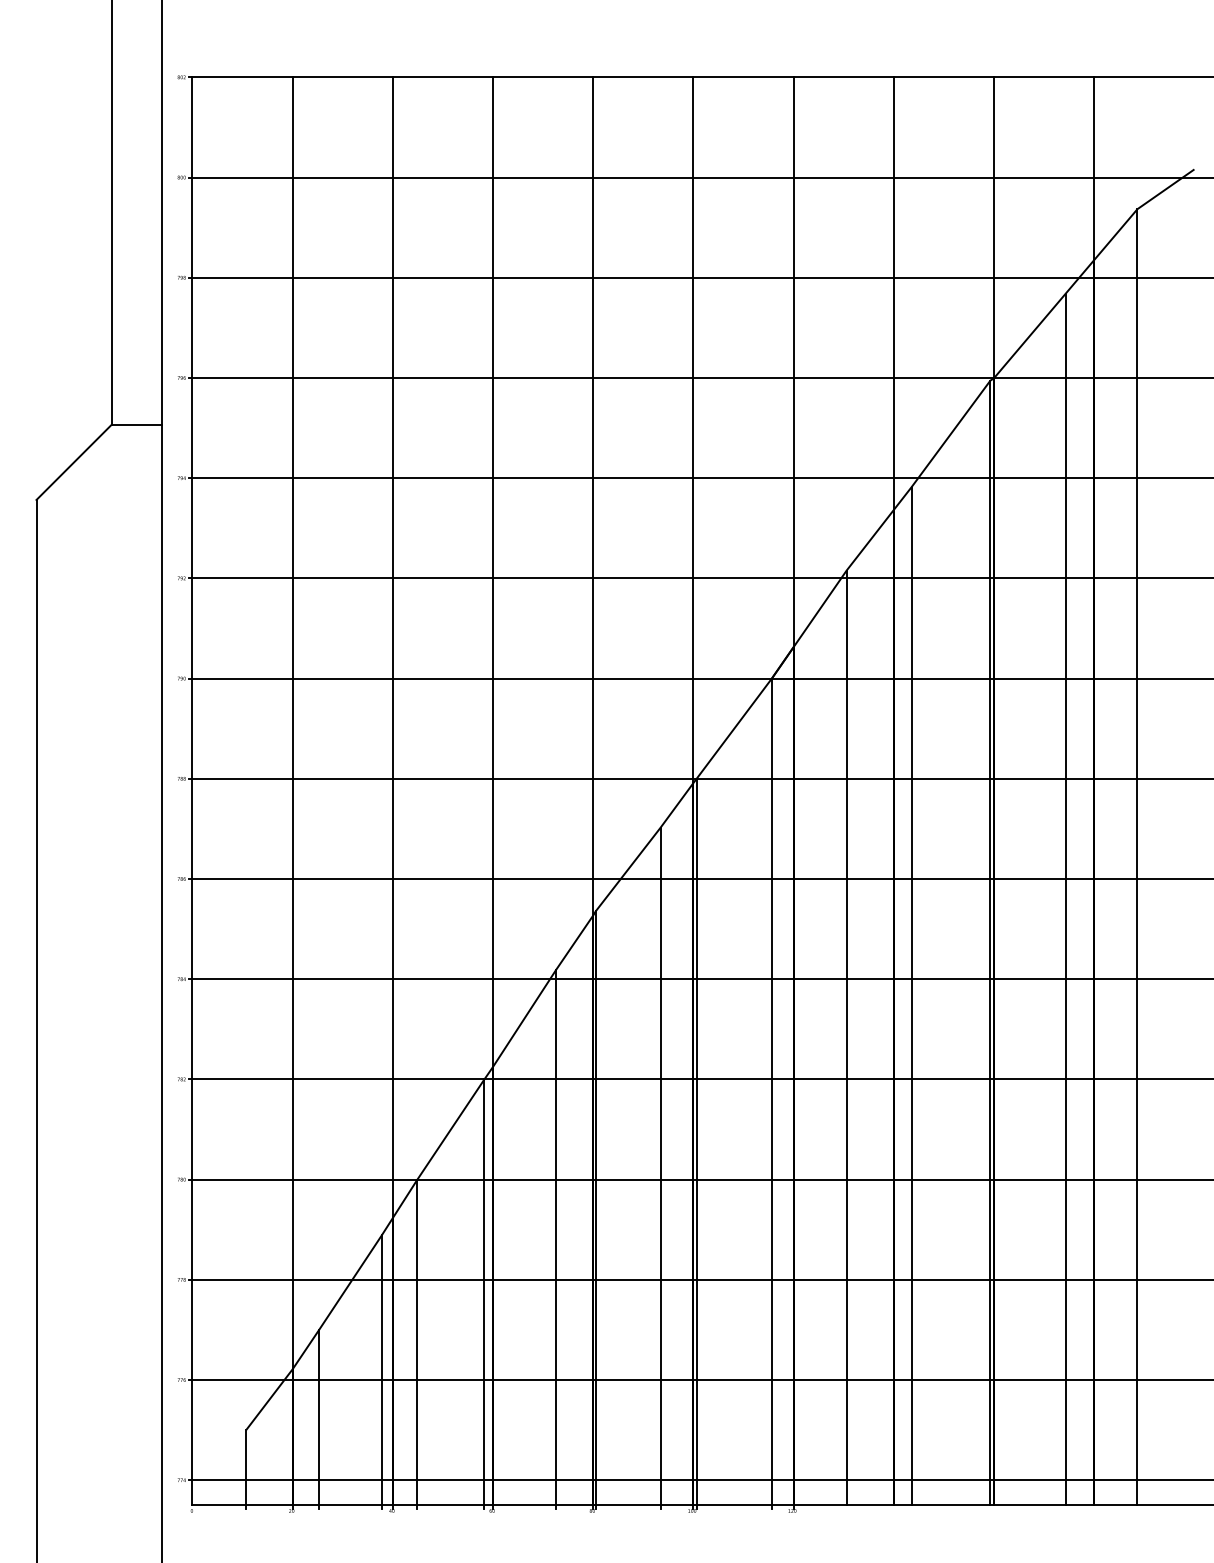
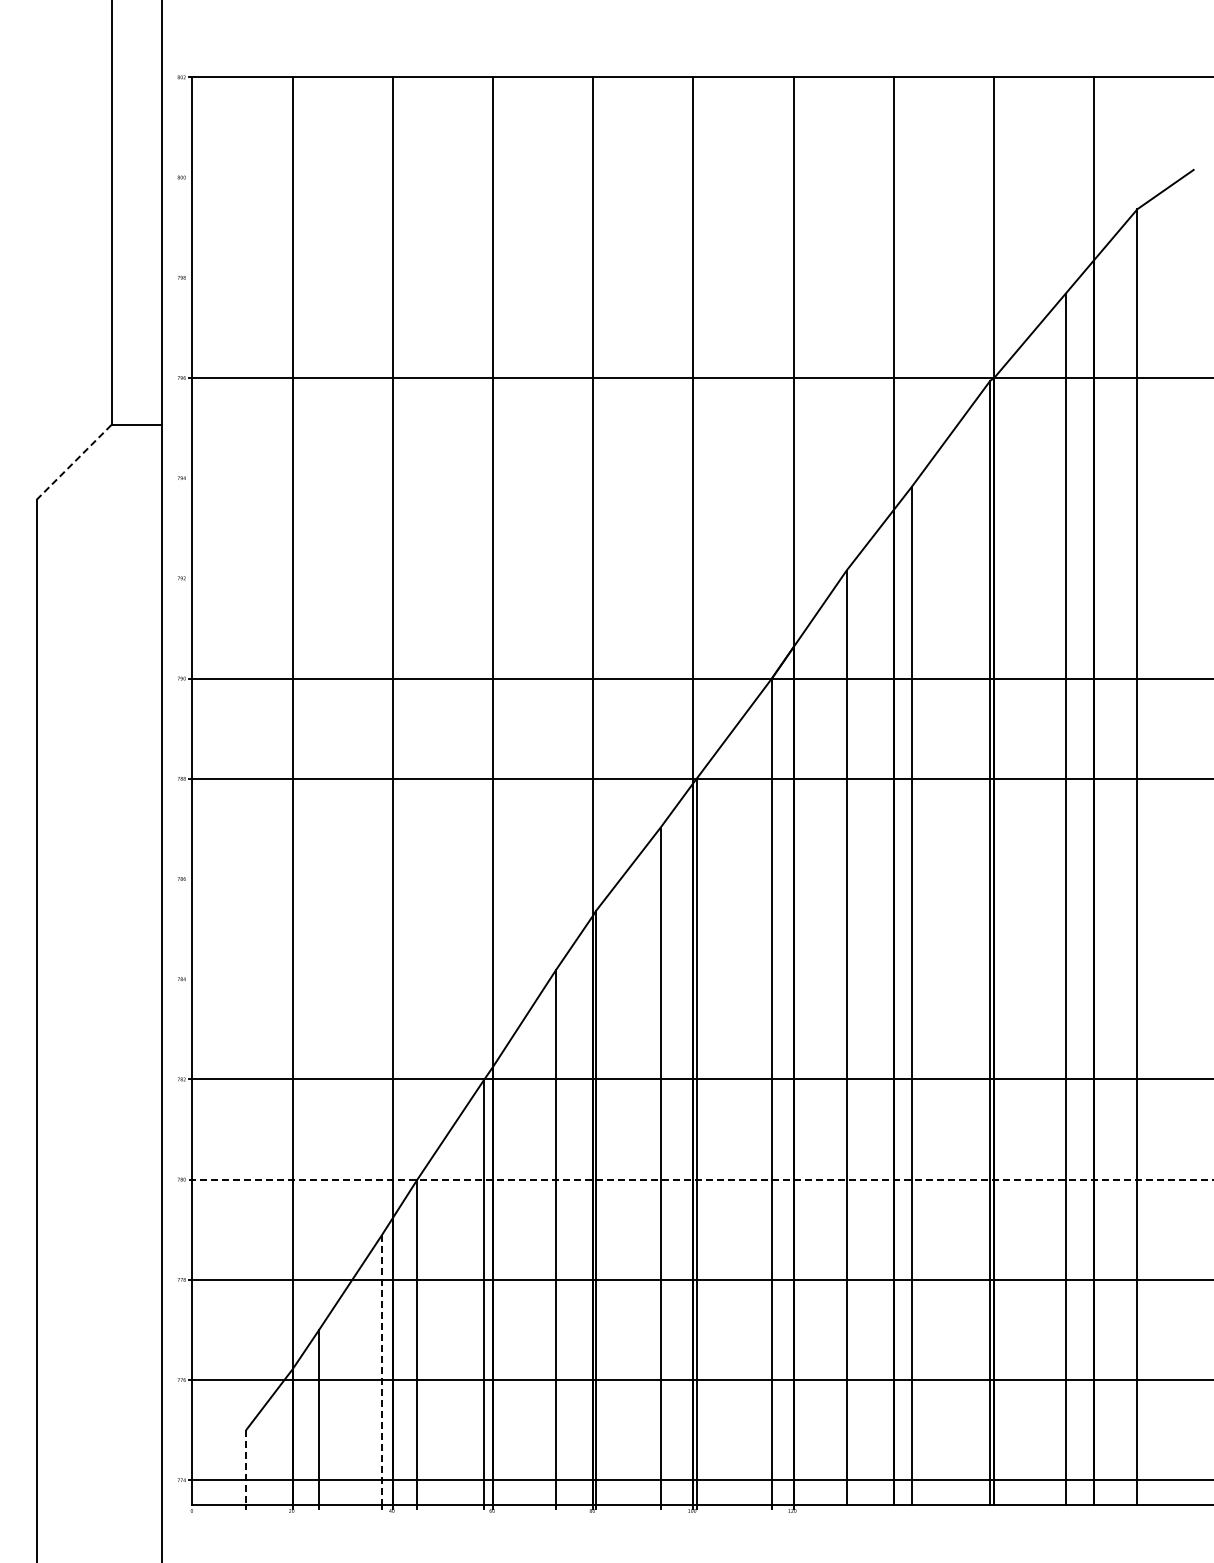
line at (699, 177): present -> none
line at (699, 277): present -> none
line at (74, 462): solid -> dashed
line at (699, 478): present -> none
line at (699, 578): present -> none
line at (699, 879): present -> none
line at (699, 979): present -> none
line at (701, 1179): solid -> dashed
line at (381, 1370): solid -> dashed
line at (246, 1467): solid -> dashed
